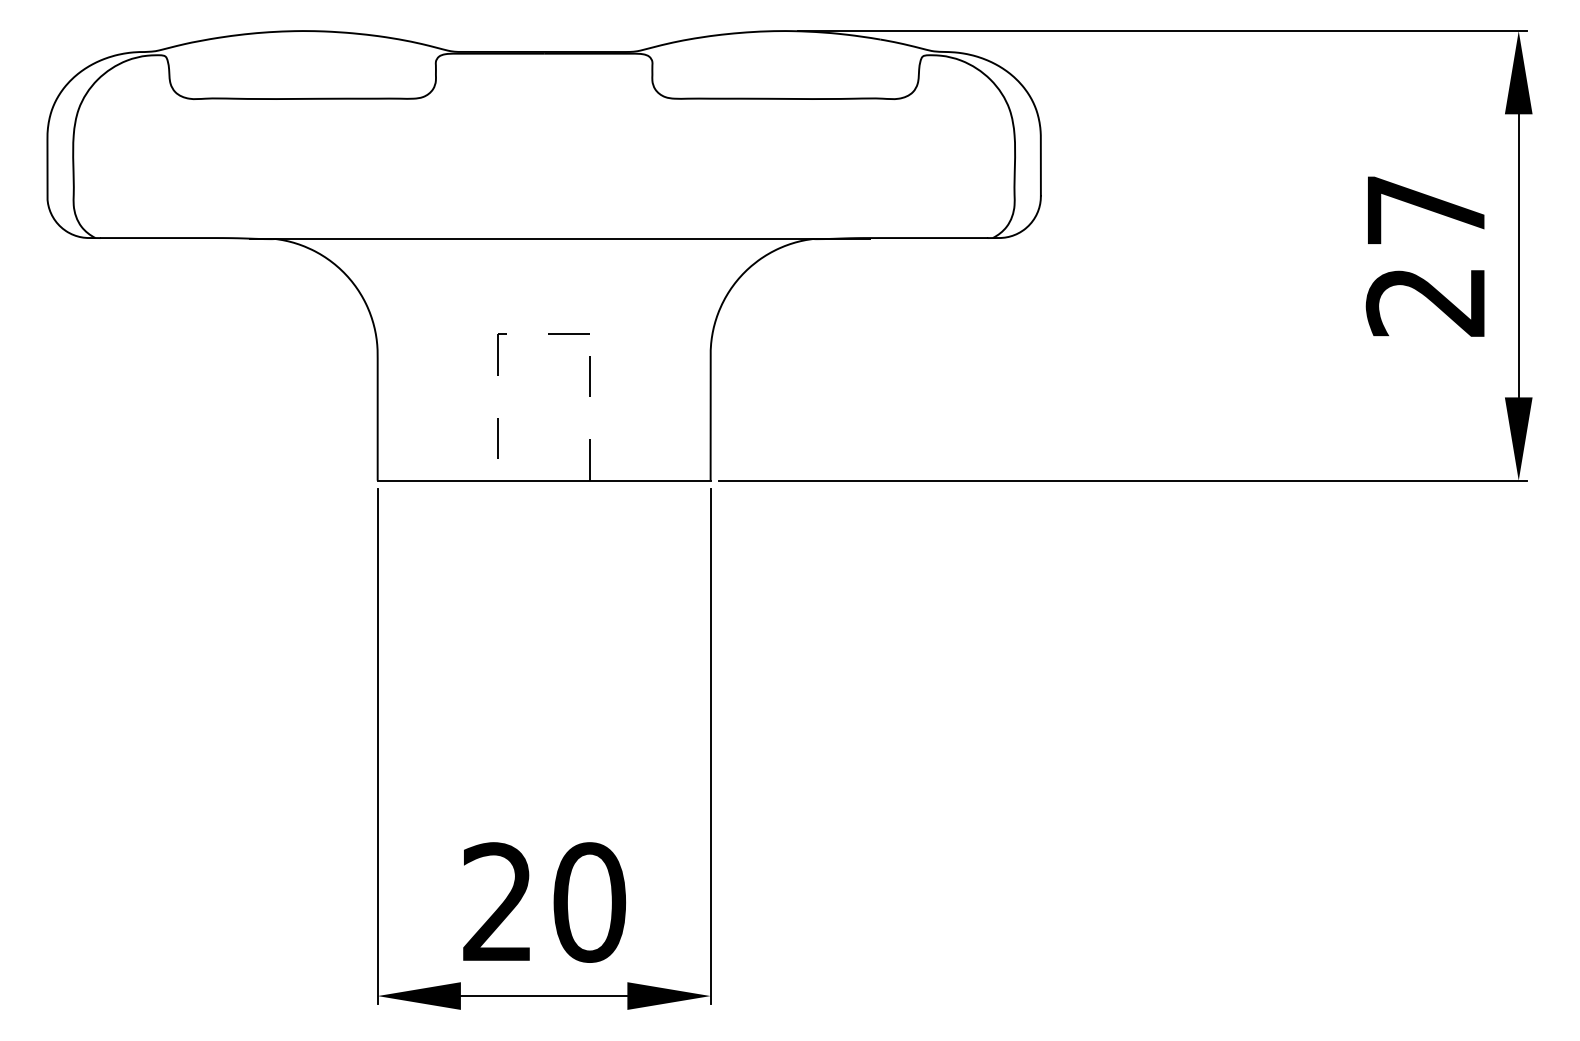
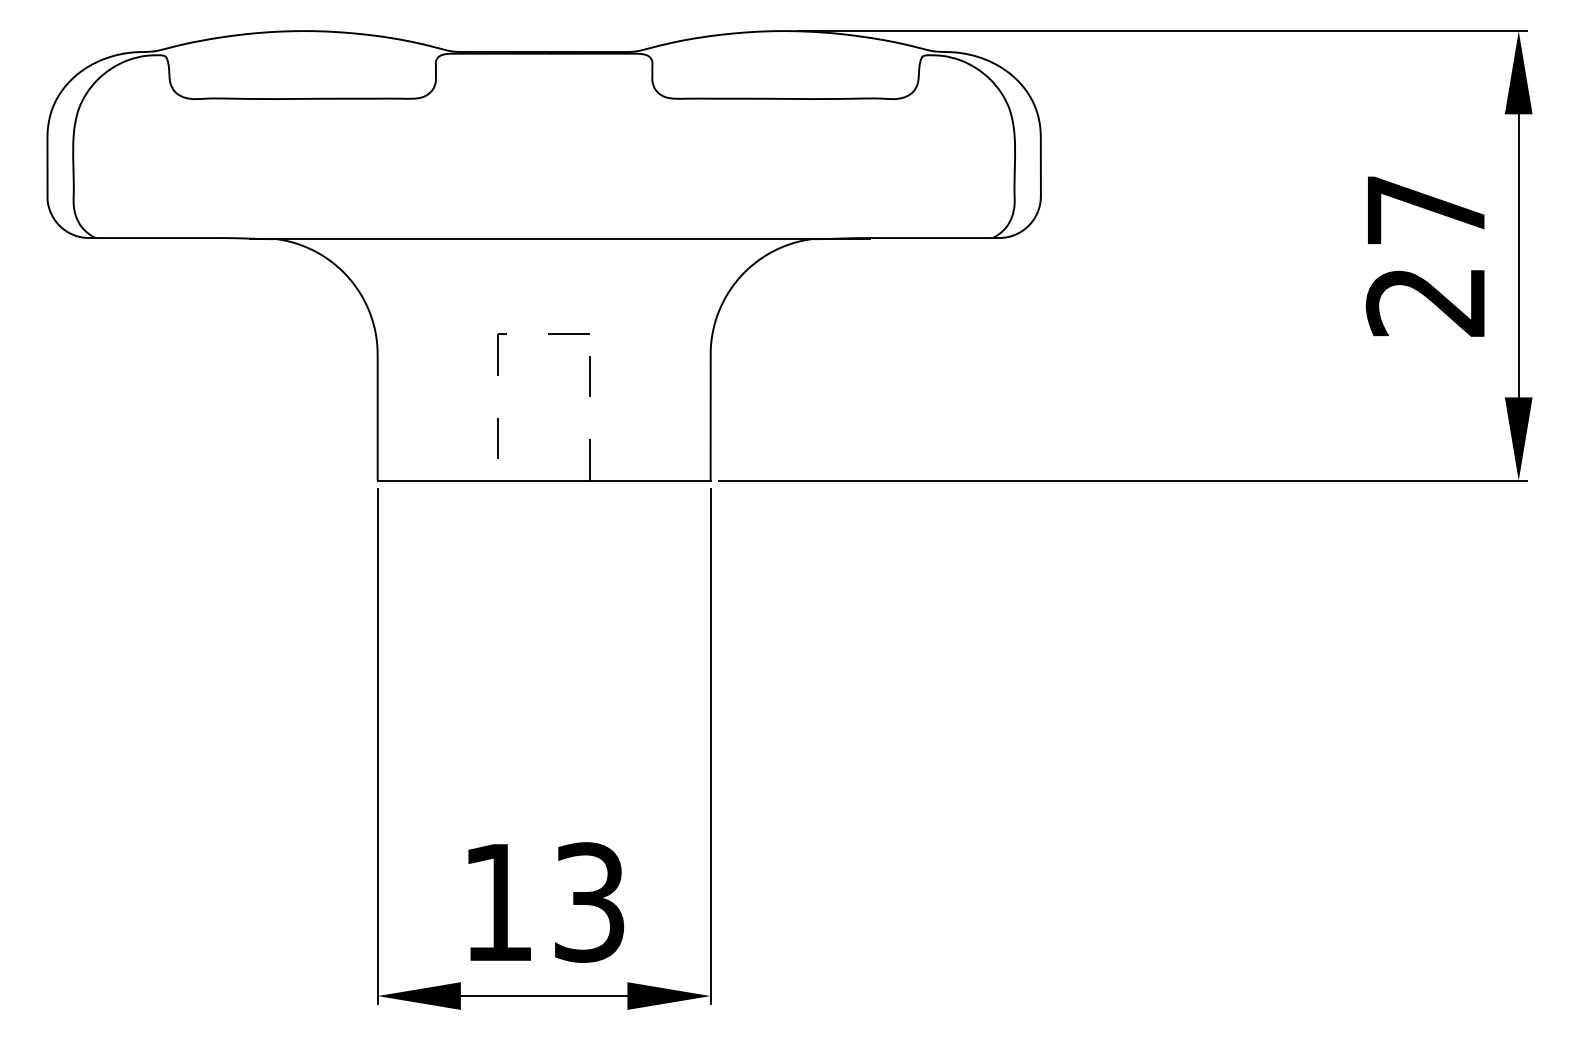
text at (544, 902): 20 -> 13
